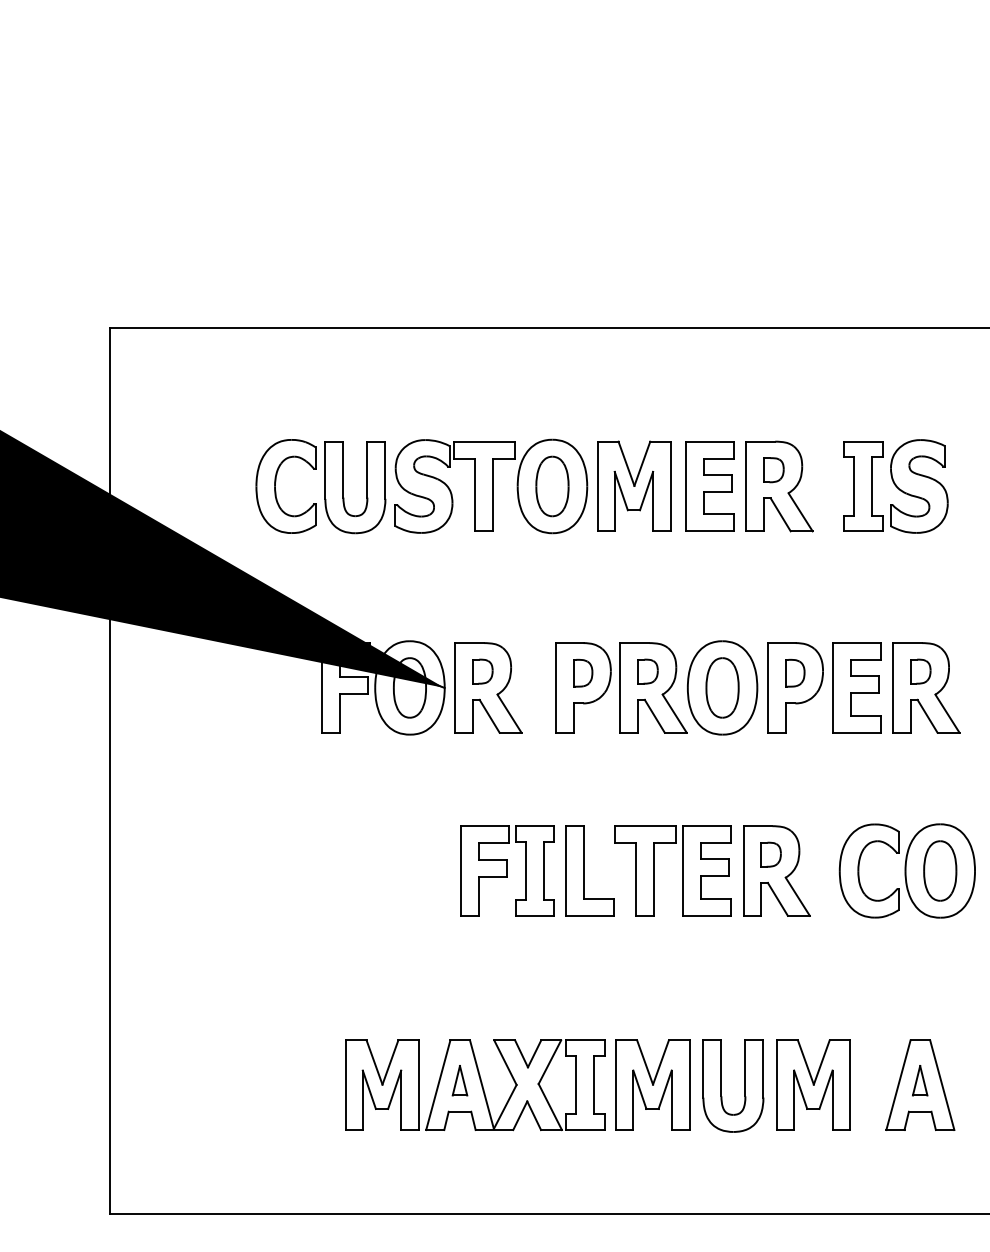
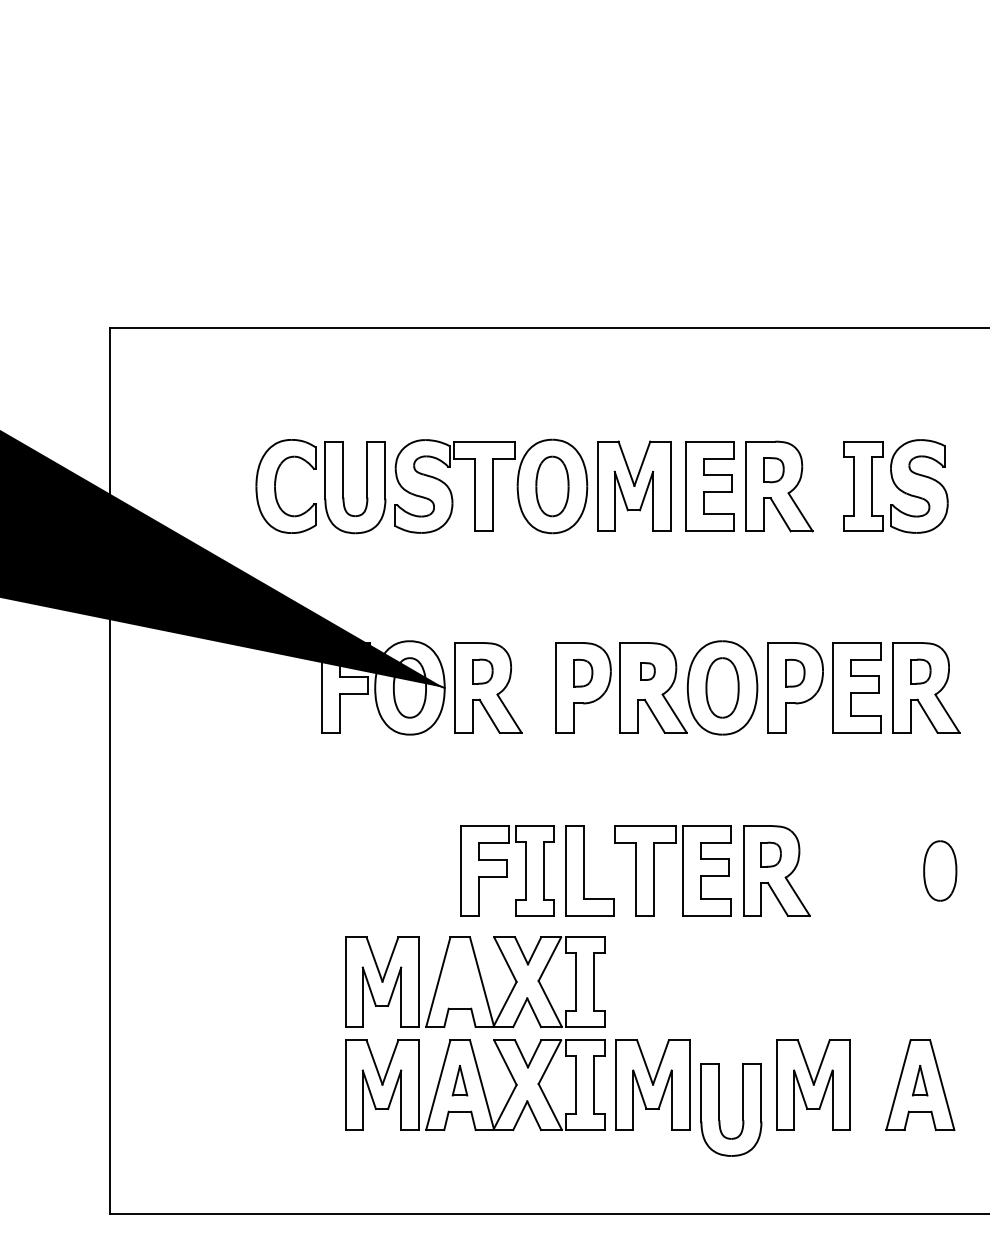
part at (647, 671) size: 22x27 px -> 16x19 px
part at (906, 870): present -> none
part at (475, 982): none -> present
part at (744, 1085) position: (744, 1085) -> (742, 1109)
